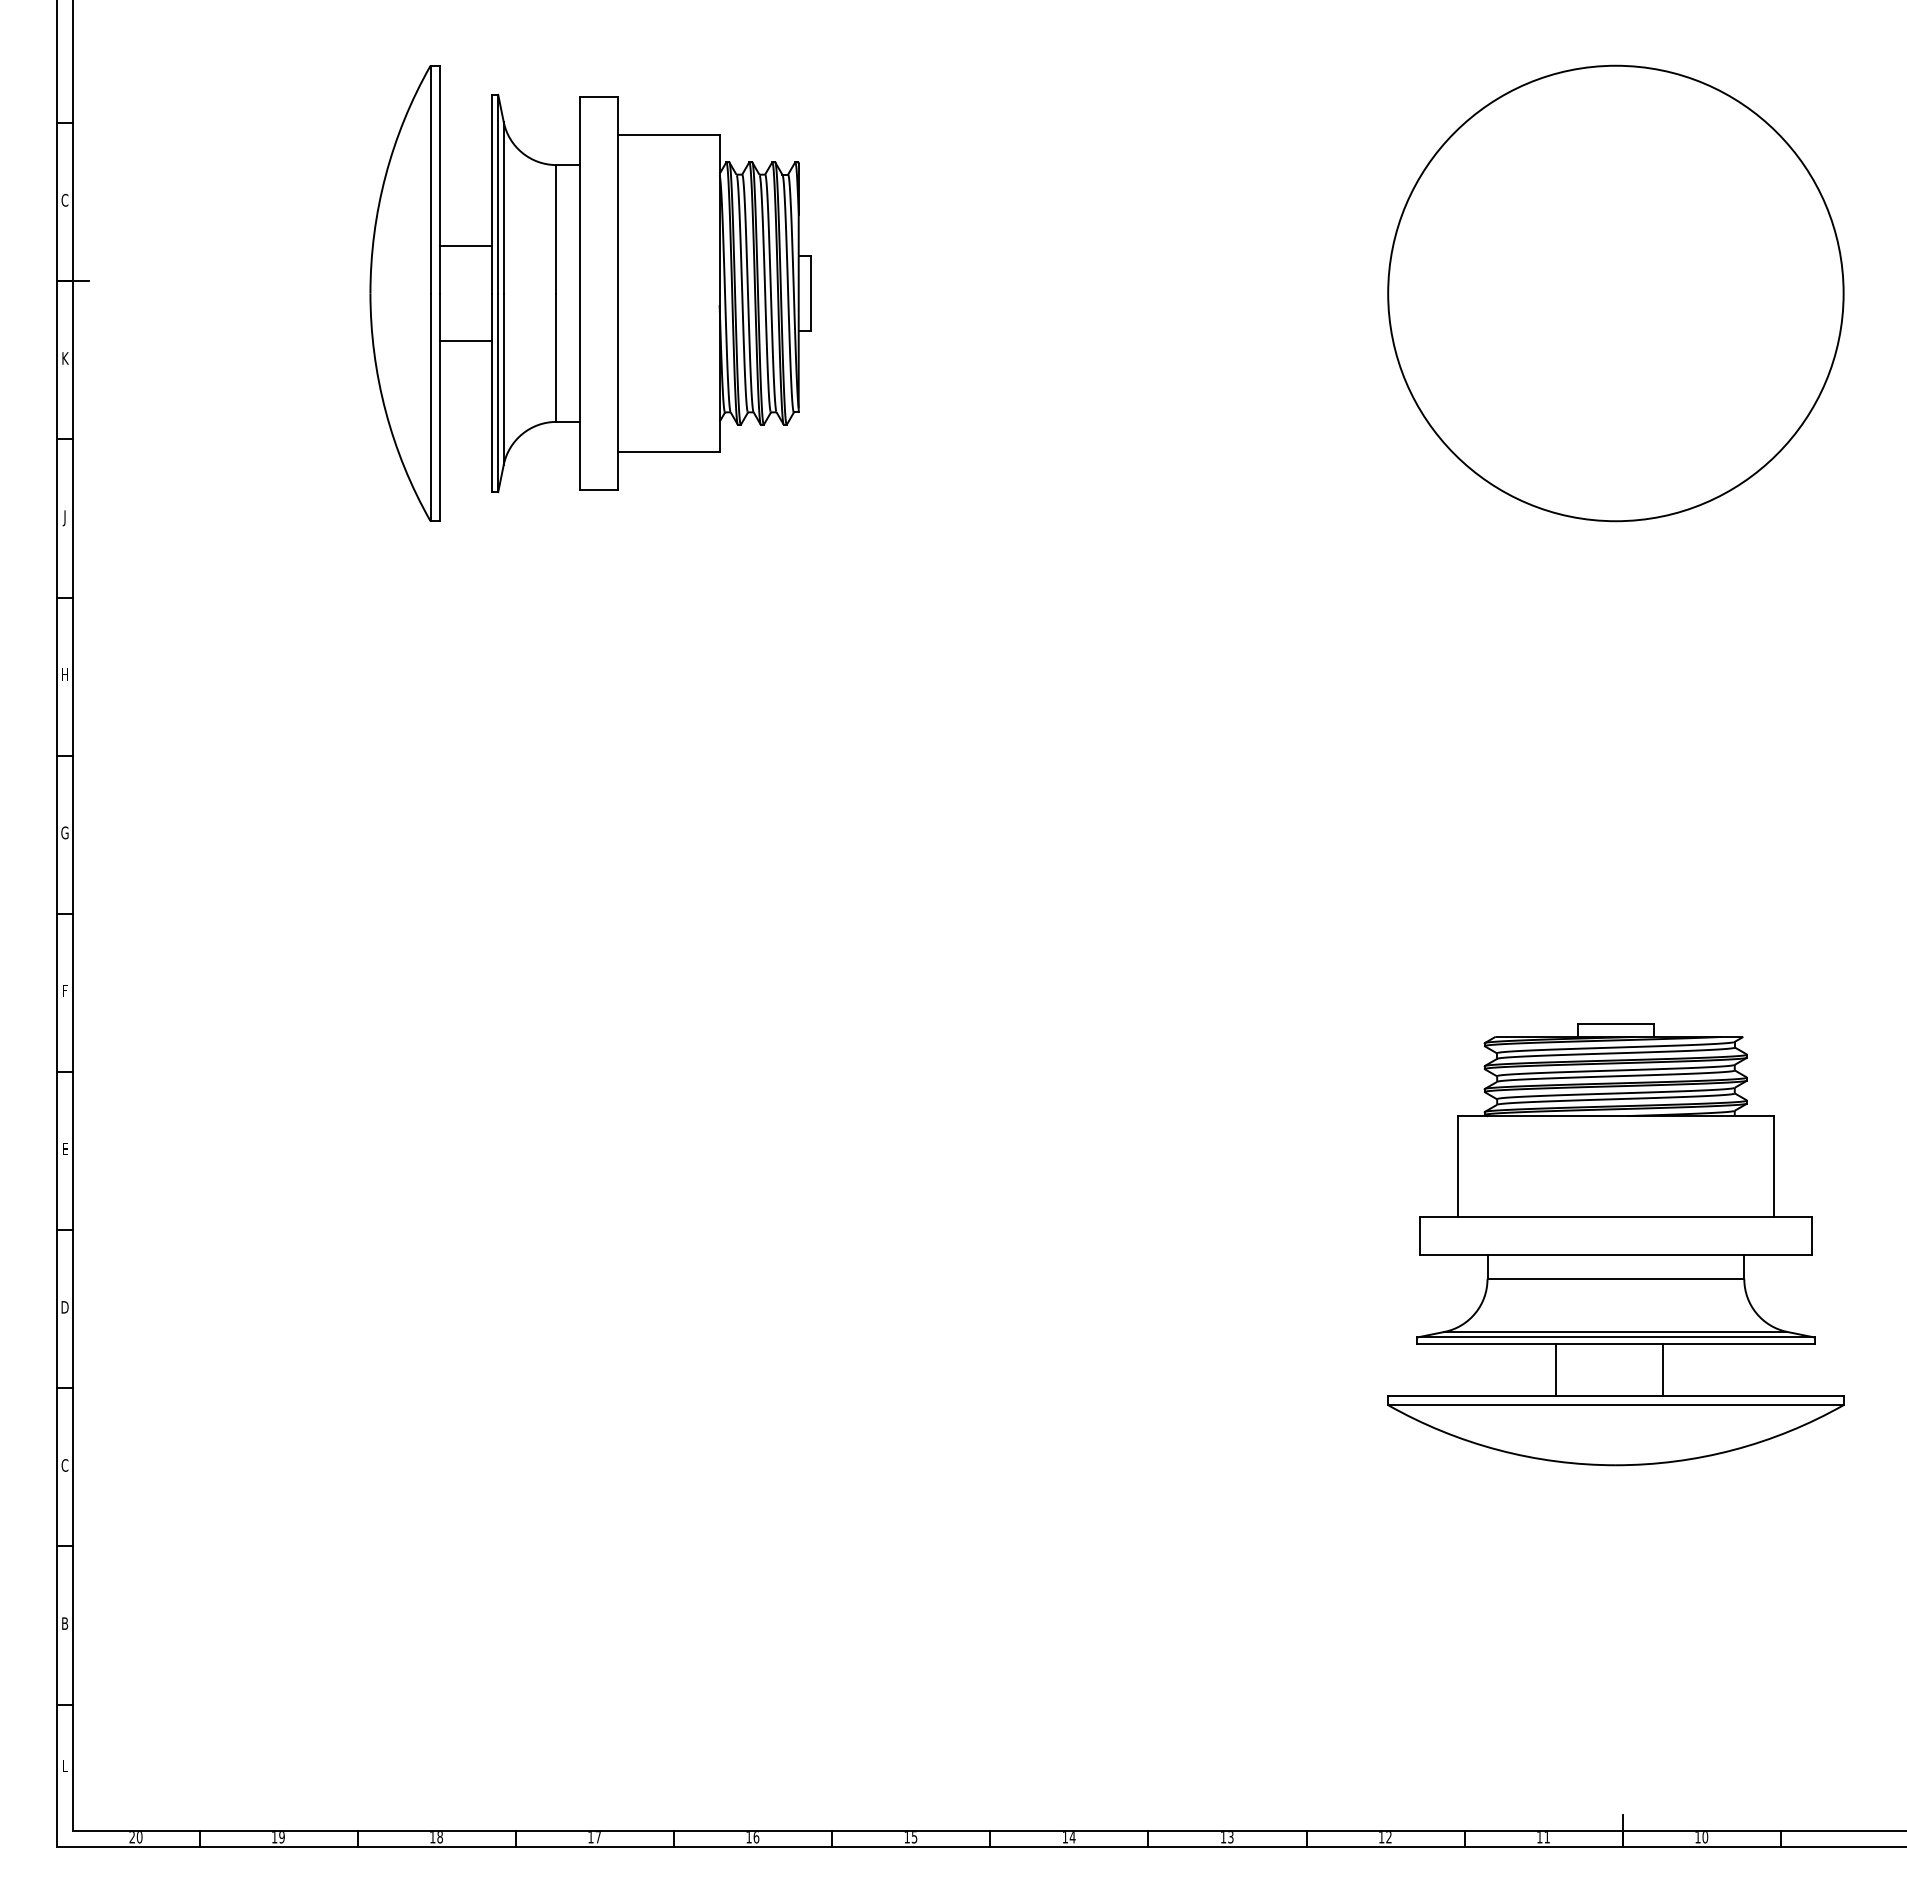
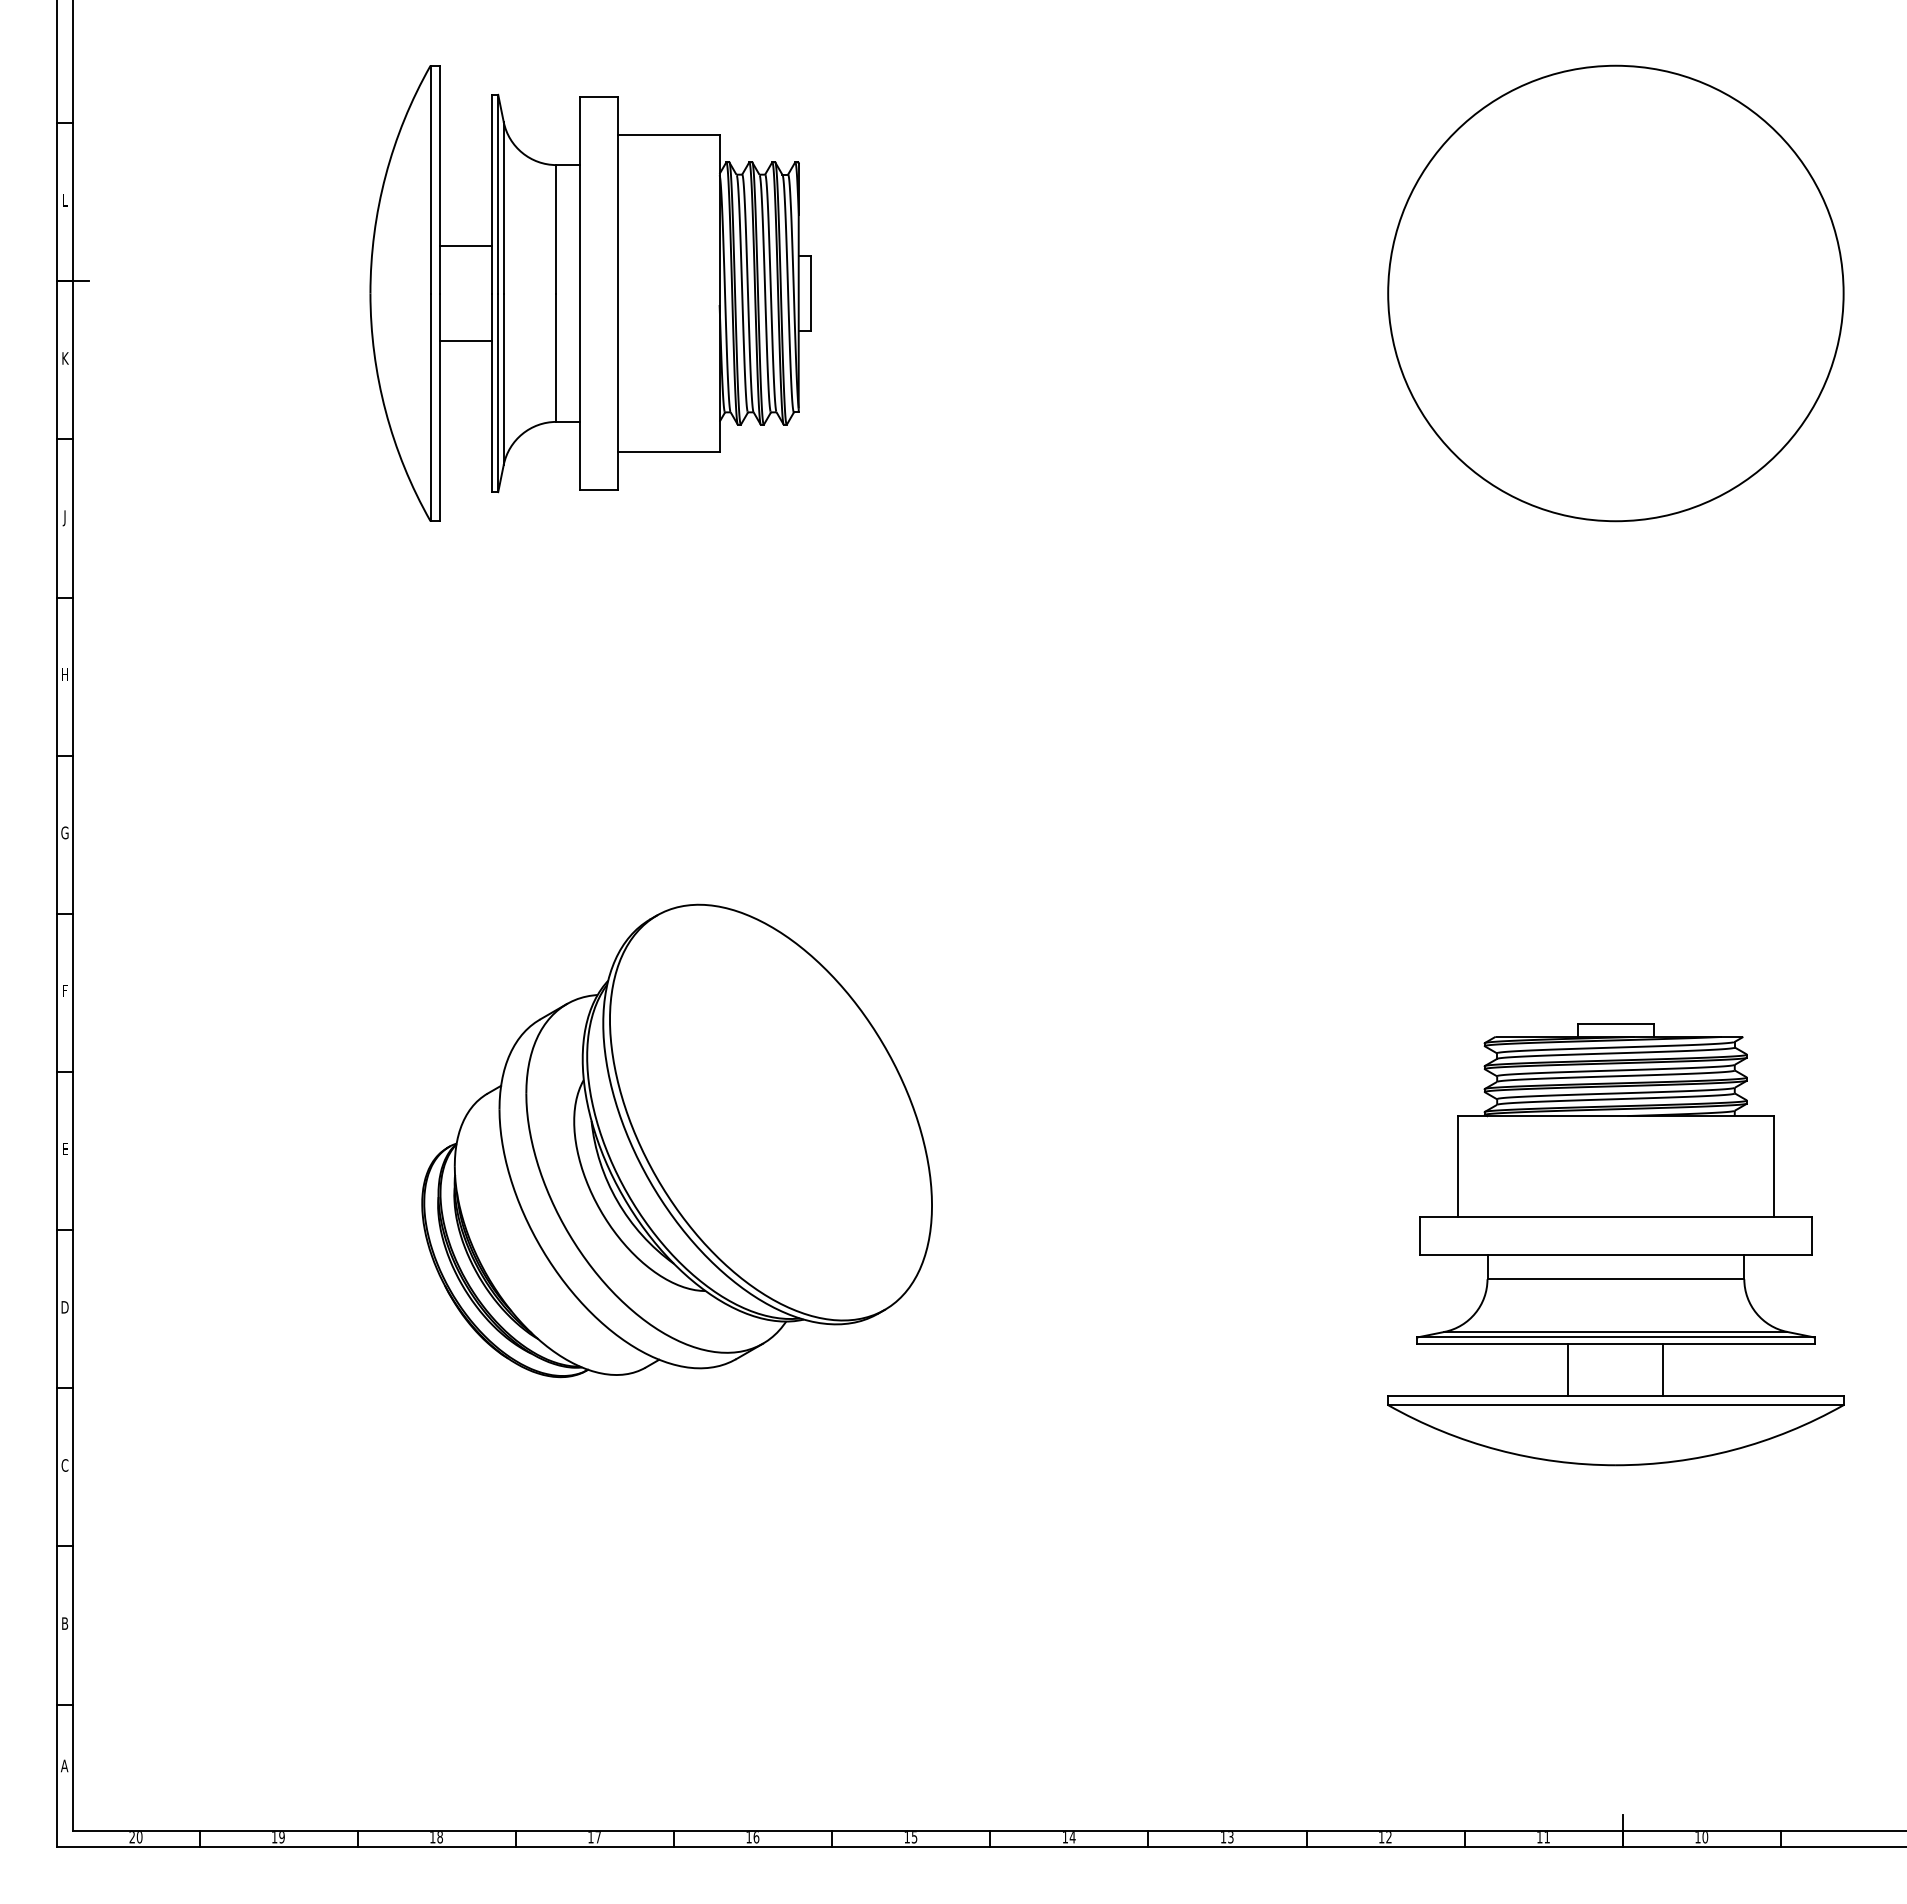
text at (64, 199): C -> L
part at (676, 1140): none -> present
line at (1556, 1369) position: (1556, 1369) -> (1568, 1369)
text at (64, 1765): L -> A
